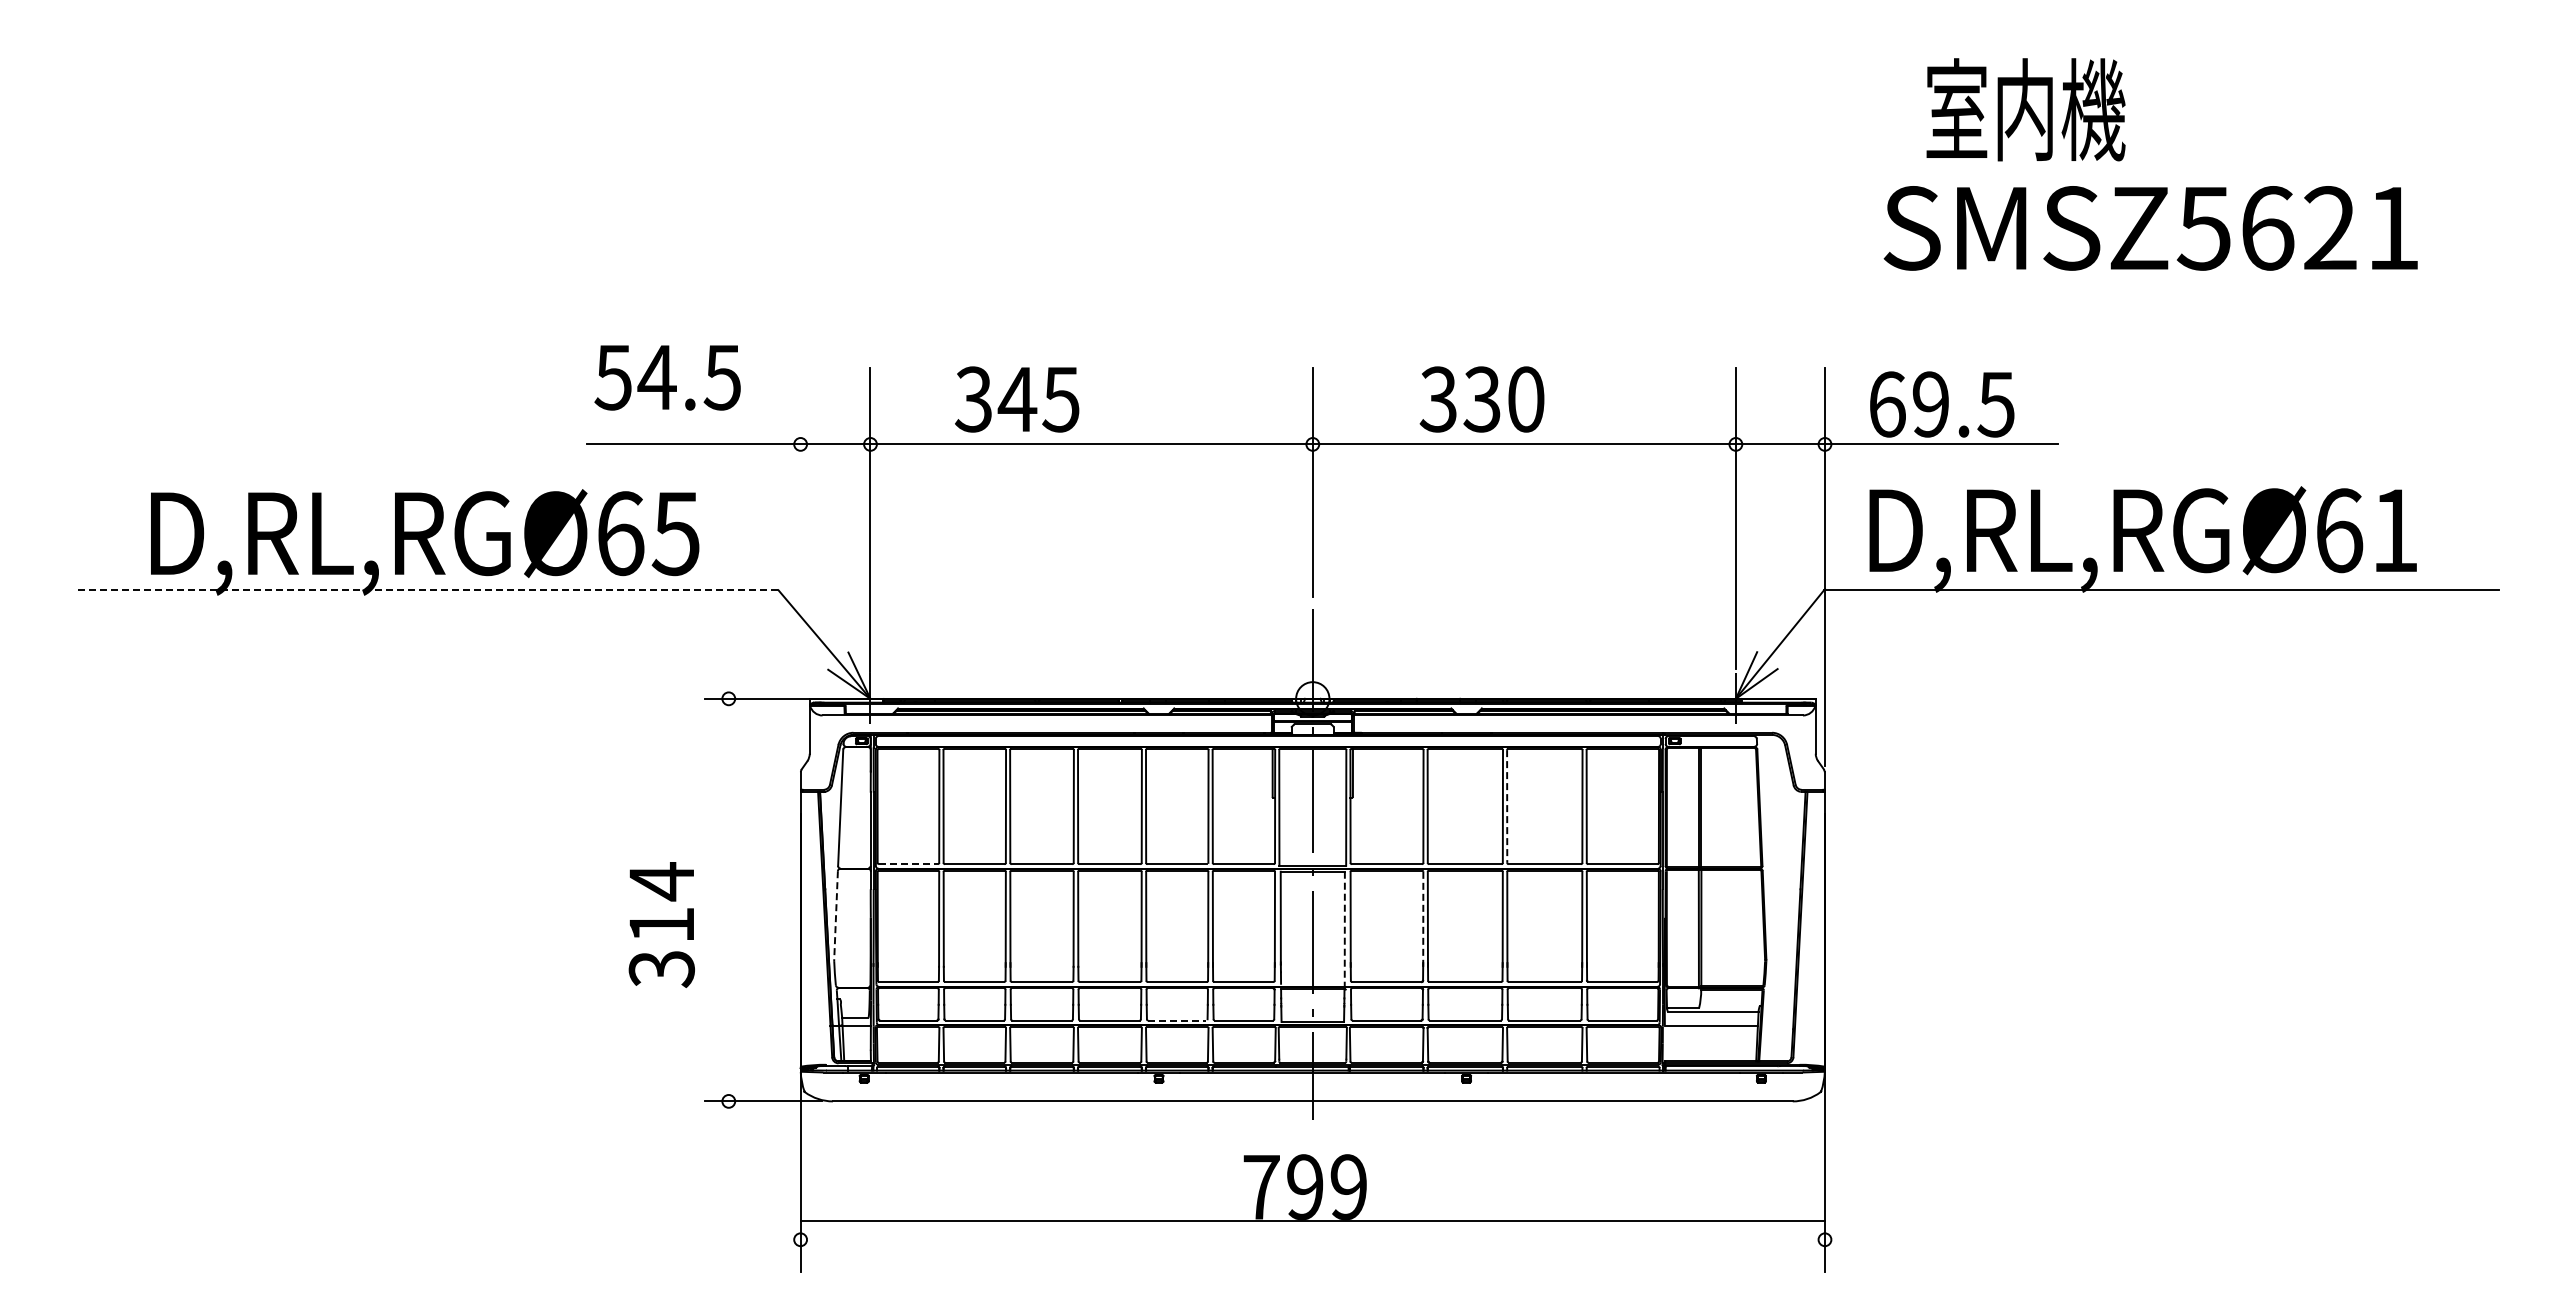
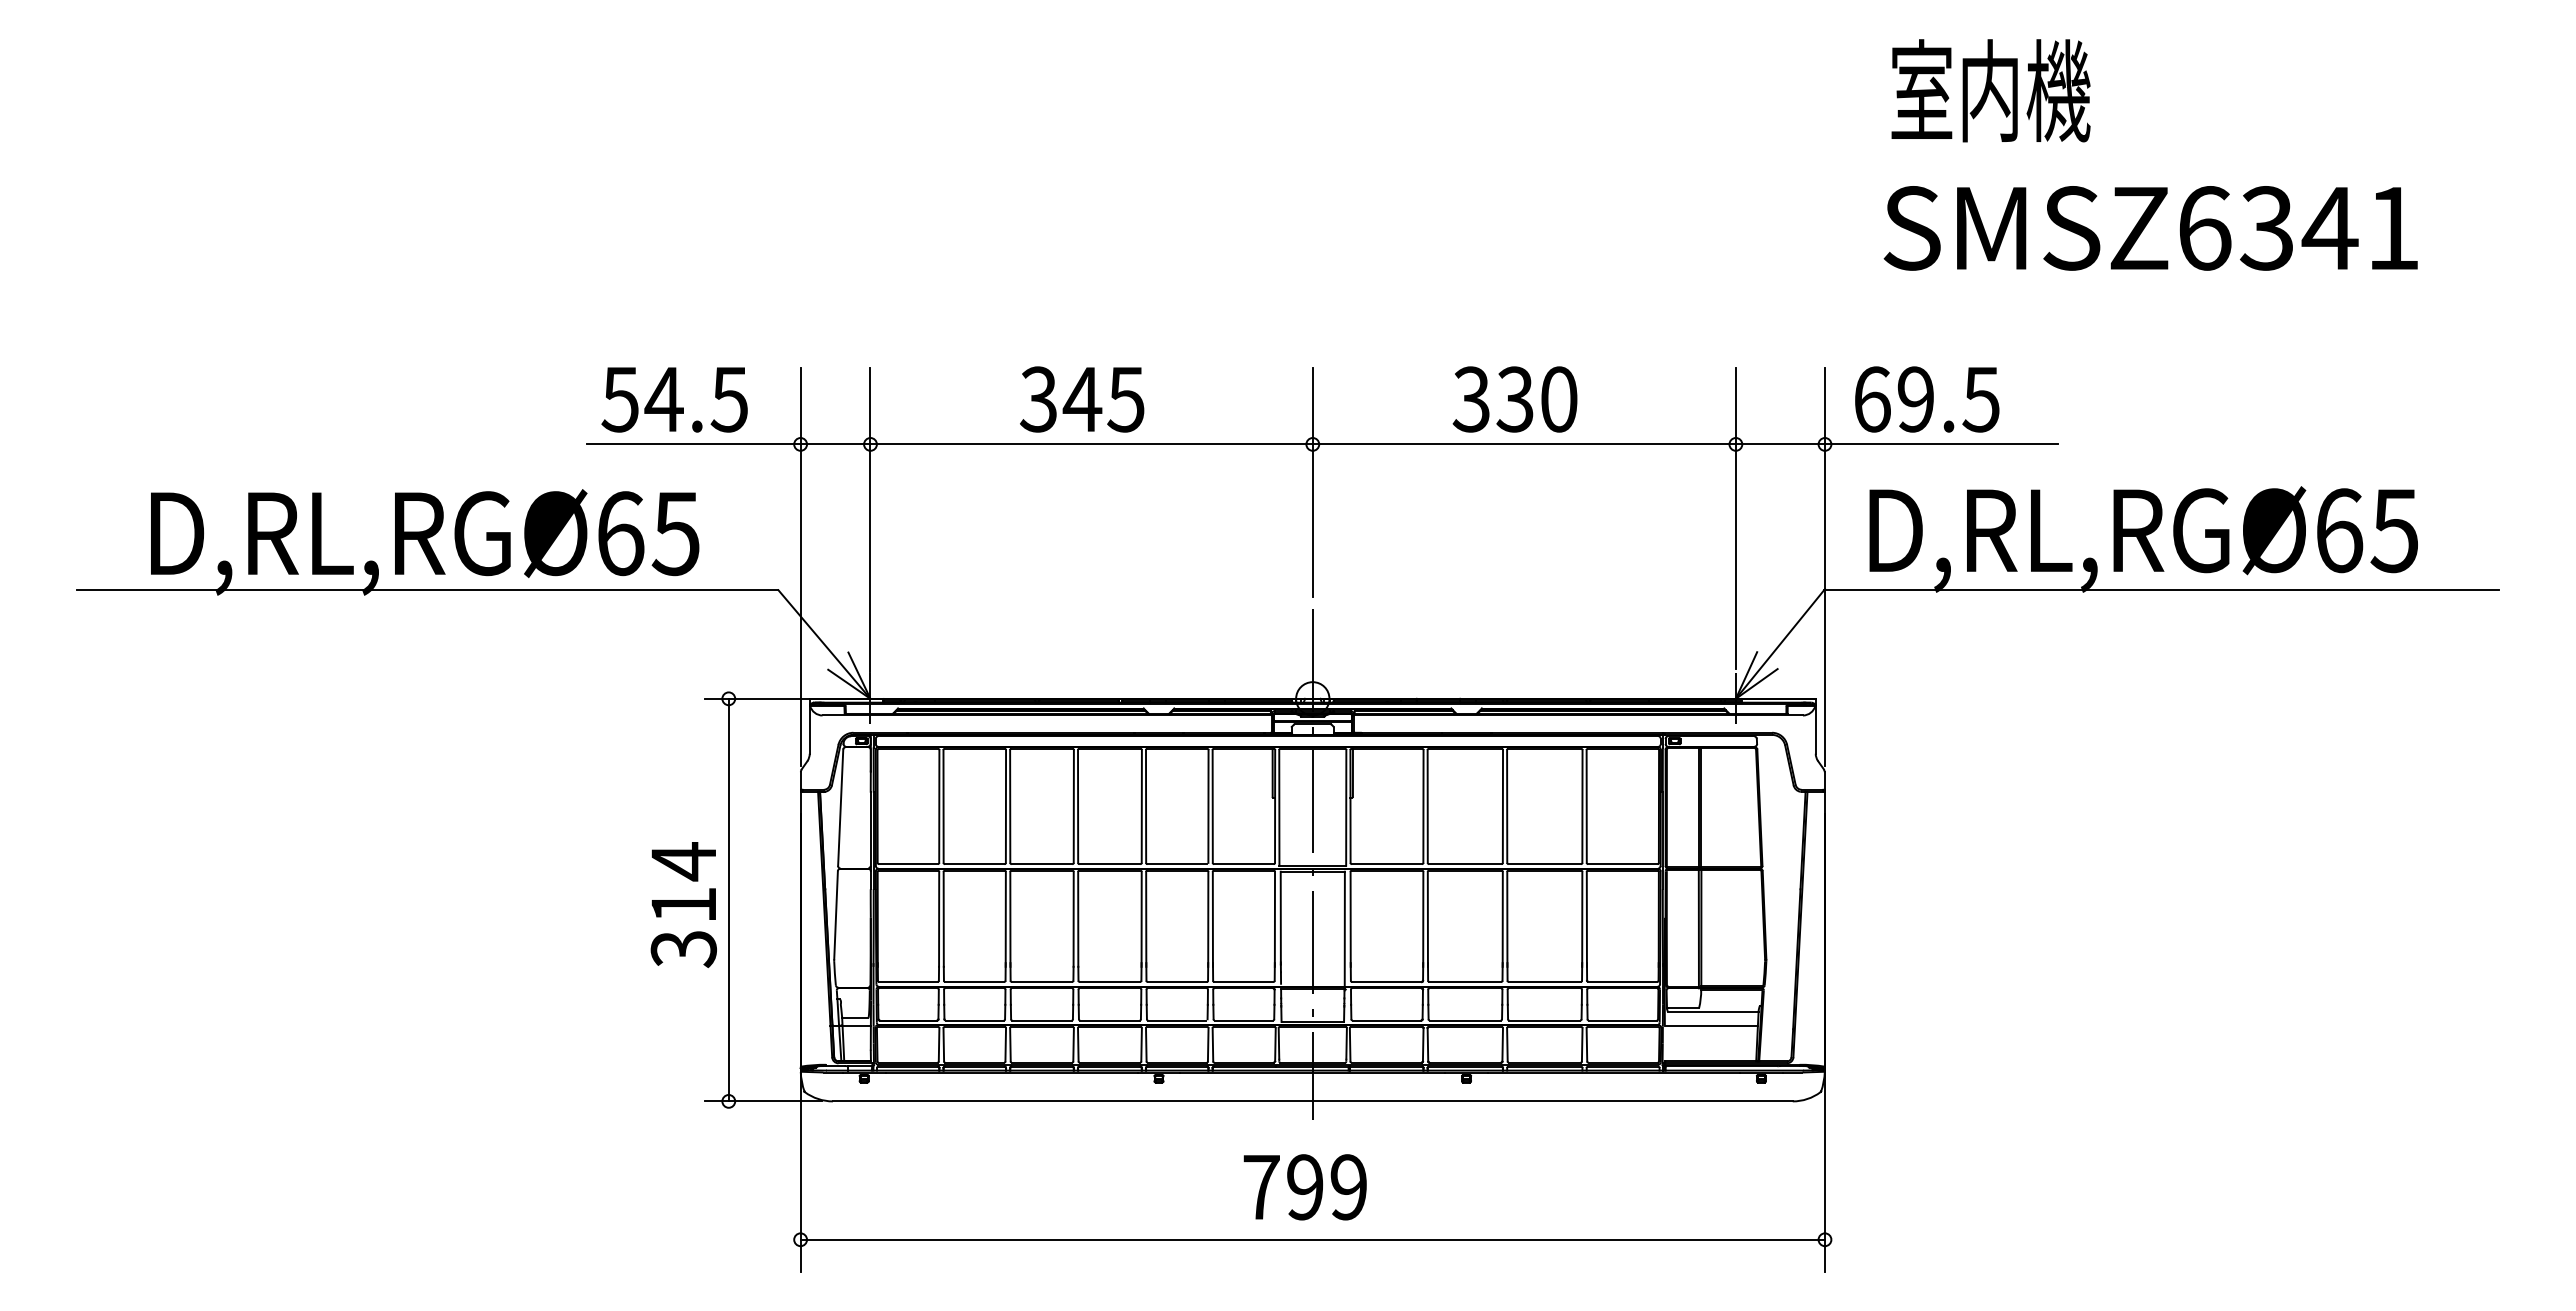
text at (2025, 109) position: (2025, 109) -> (1990, 90)
text at (2267, 228): SMSZ5621 -> SMSZ6341
text at (667, 377) position: (667, 377) -> (674, 399)
text at (1017, 399) position: (1017, 399) -> (1082, 399)
text at (1481, 399) position: (1481, 399) -> (1514, 399)
text at (1942, 404) position: (1942, 404) -> (1927, 399)
text at (2393, 531): D,RL,RGØ61 -> D,RL,RGØ65
line at (800, 566): none -> present
line at (427, 590): dashed -> solid
line at (1507, 806): dashed -> solid
line at (908, 864): dashed -> solid
line at (728, 899): none -> present
line at (836, 915): dashed -> solid
line at (1423, 919): dashed -> solid
text at (661, 924) position: (661, 924) -> (683, 904)
line at (1344, 931): dashed -> solid
line at (1177, 1020): dashed -> solid
line at (1312, 1220) position: (1312, 1220) -> (1312, 1239)
